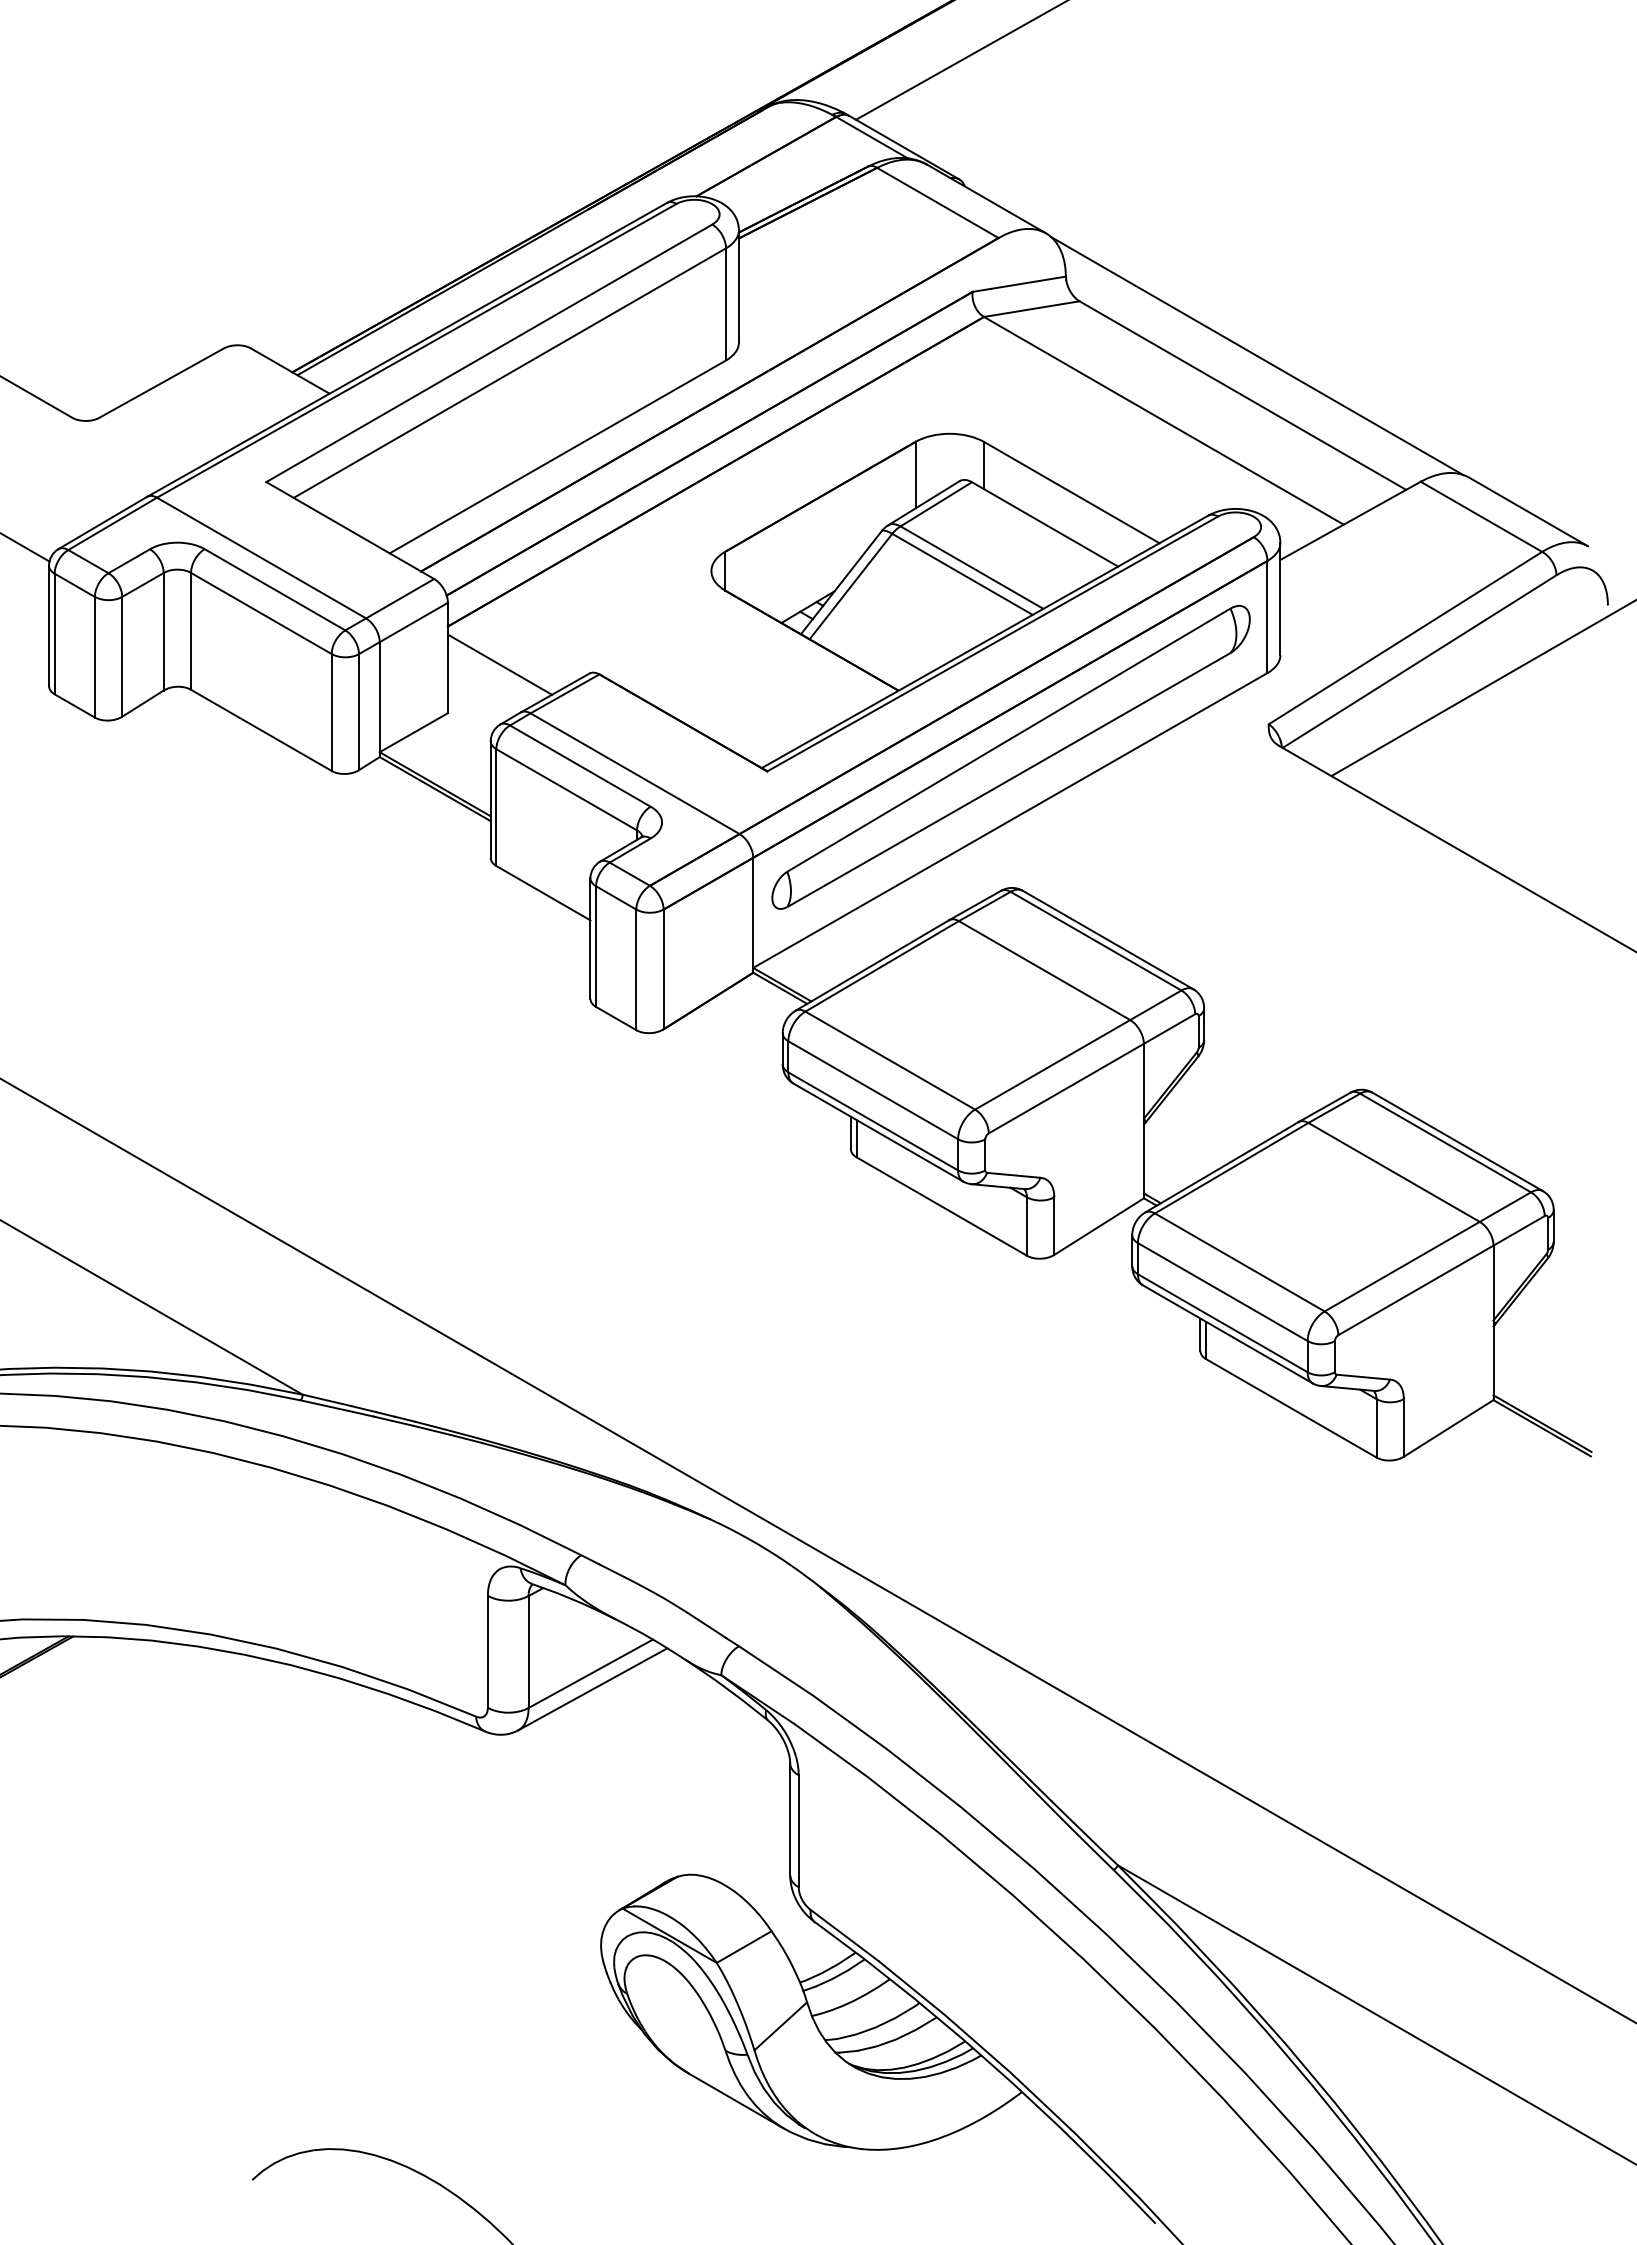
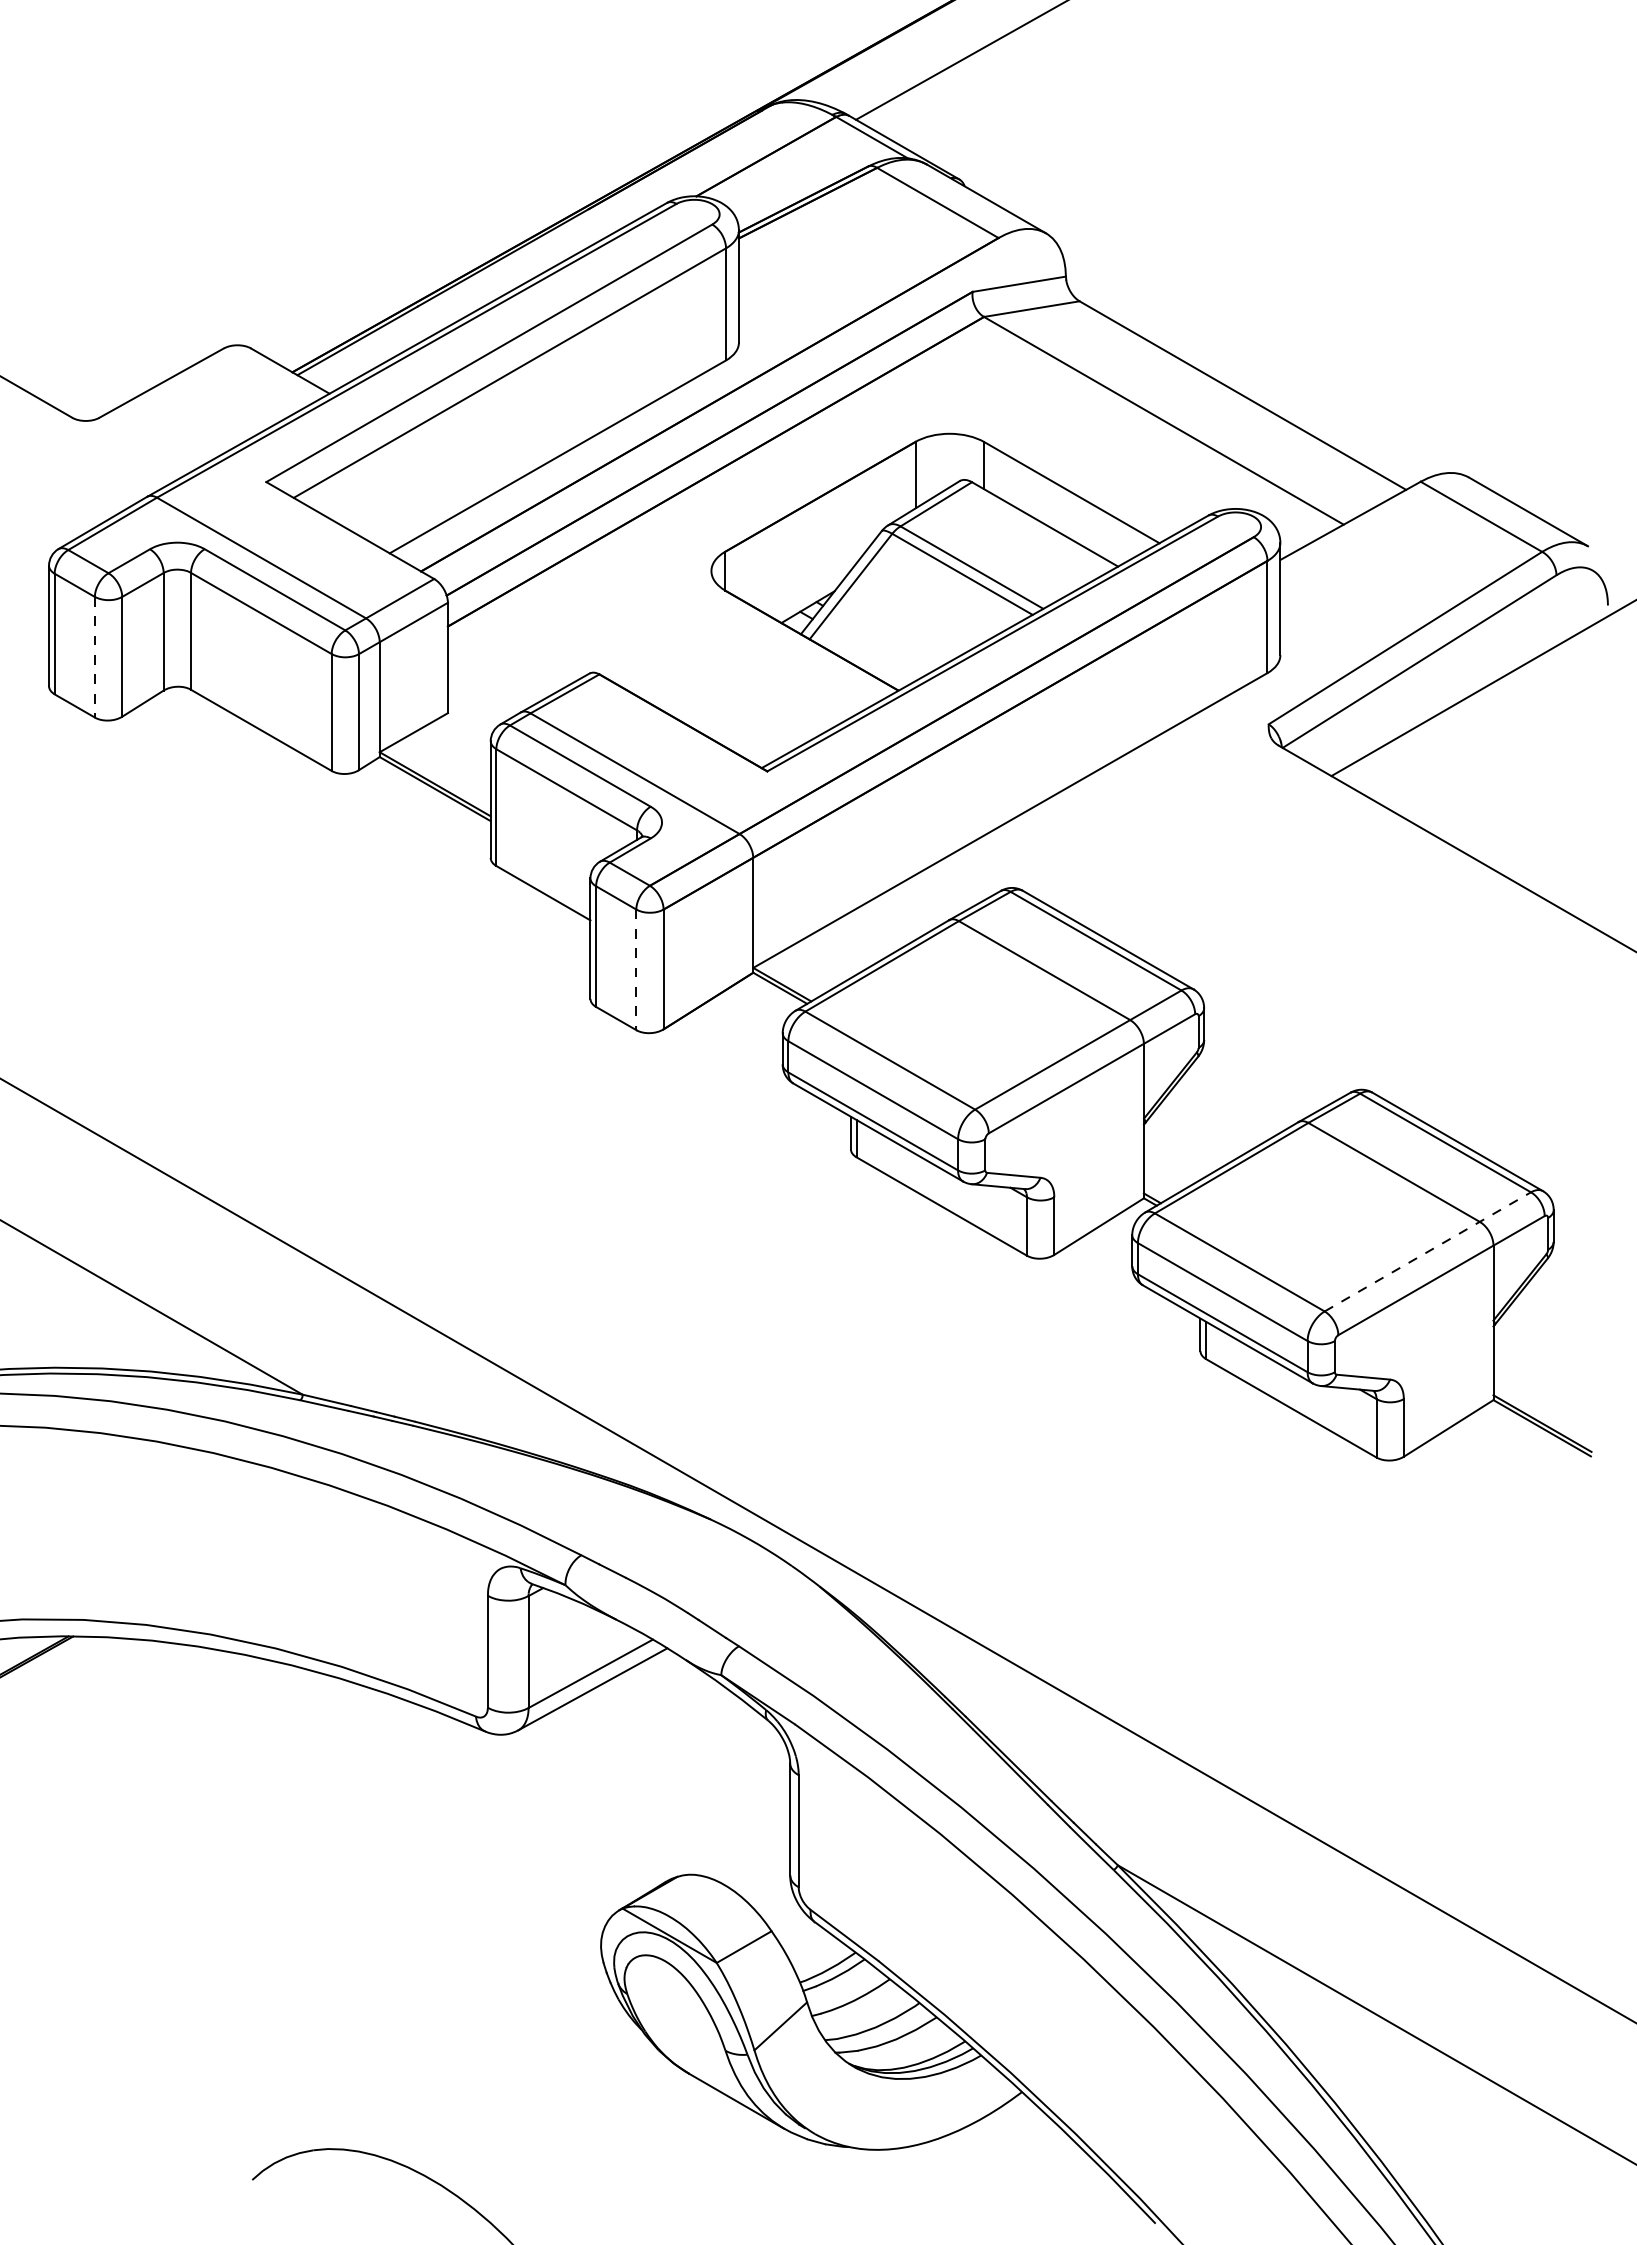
line at (1256, 355): present -> none
line at (25, 547): present -> none
line at (94, 657): solid -> dashed
line at (499, 664): present -> none
part at (1010, 756): present -> none
line at (636, 970): solid -> dashed
line at (1428, 1251): solid -> dashed
